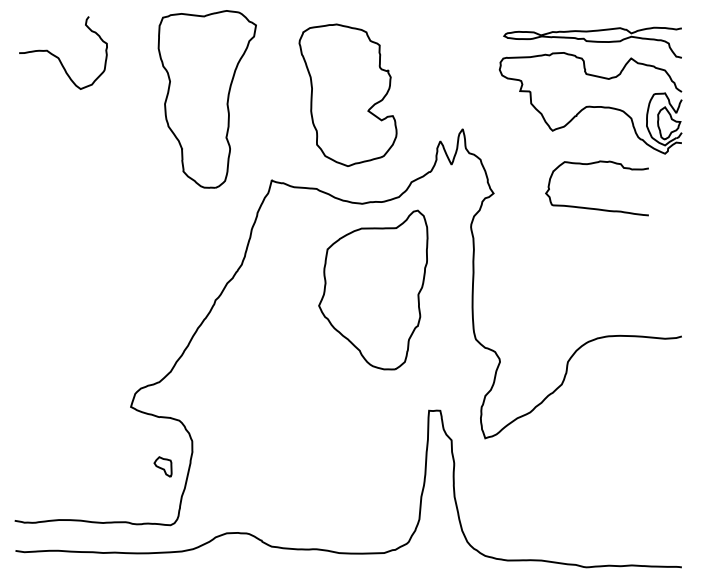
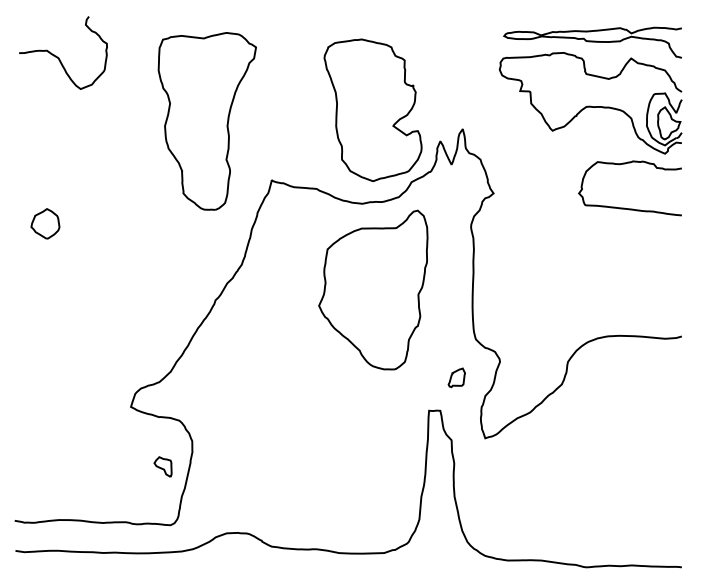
part at (347, 94) position: (347, 94) -> (372, 109)
part at (206, 99) position: (206, 99) -> (206, 121)
curve at (591, 207) position: (591, 207) -> (624, 207)
part at (45, 223): none -> present
part at (456, 377): none -> present
